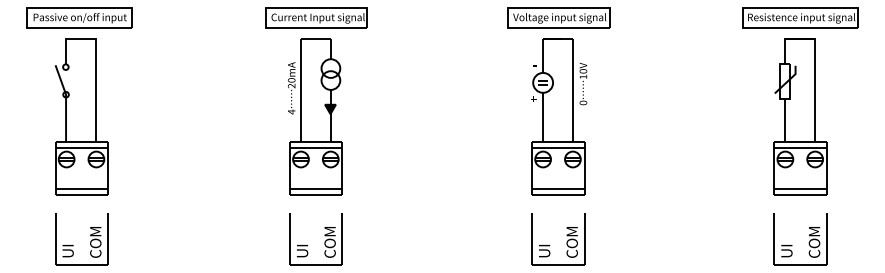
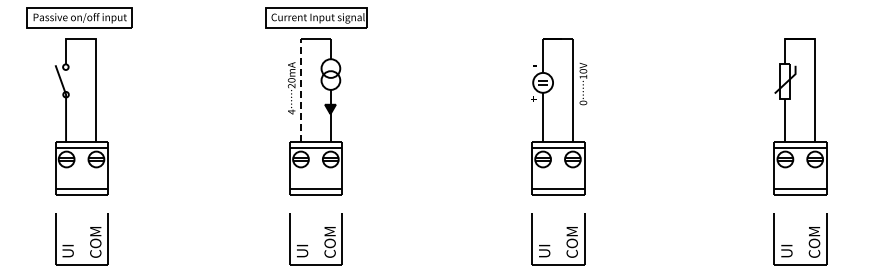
part at (558, 17): present -> none
part at (800, 17): present -> none
line at (301, 90): solid -> dashed
